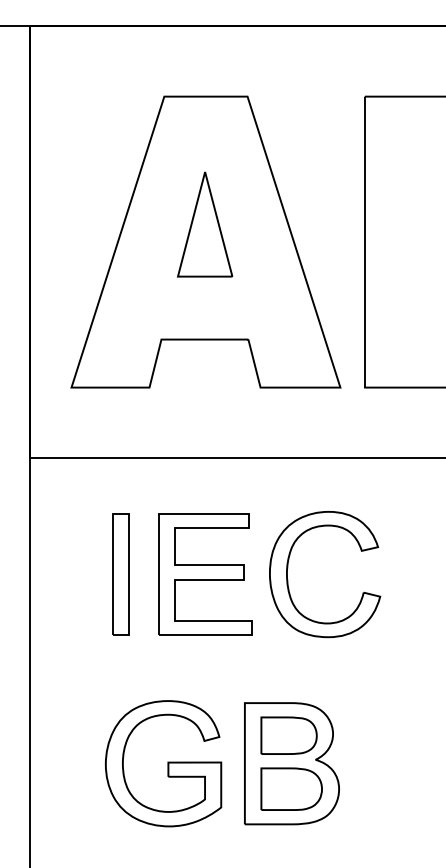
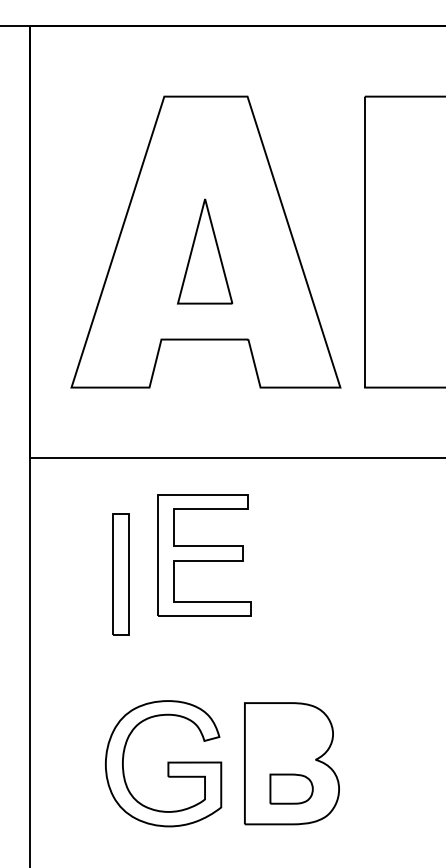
part at (205, 224) position: (205, 224) -> (205, 251)
part at (205, 574) position: (205, 574) -> (204, 555)
part at (288, 579): present -> none
part at (288, 735): present -> none
part at (291, 788) size: 63x44 px -> 45x32 px
